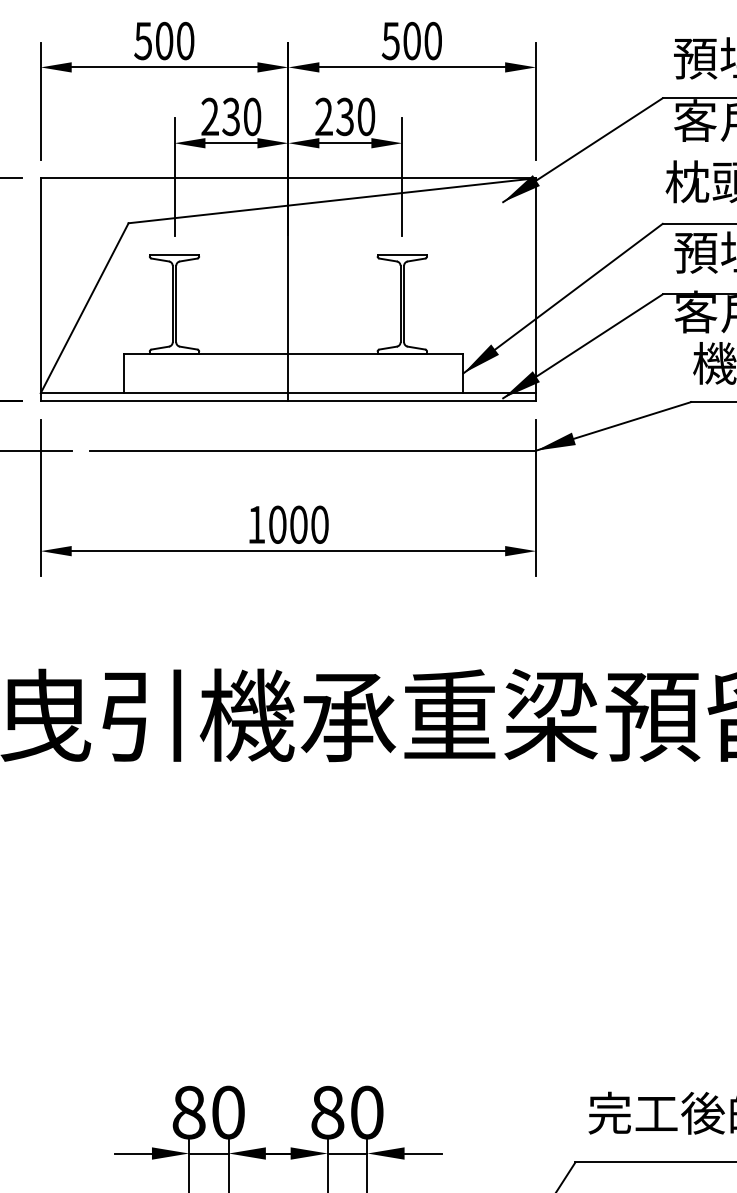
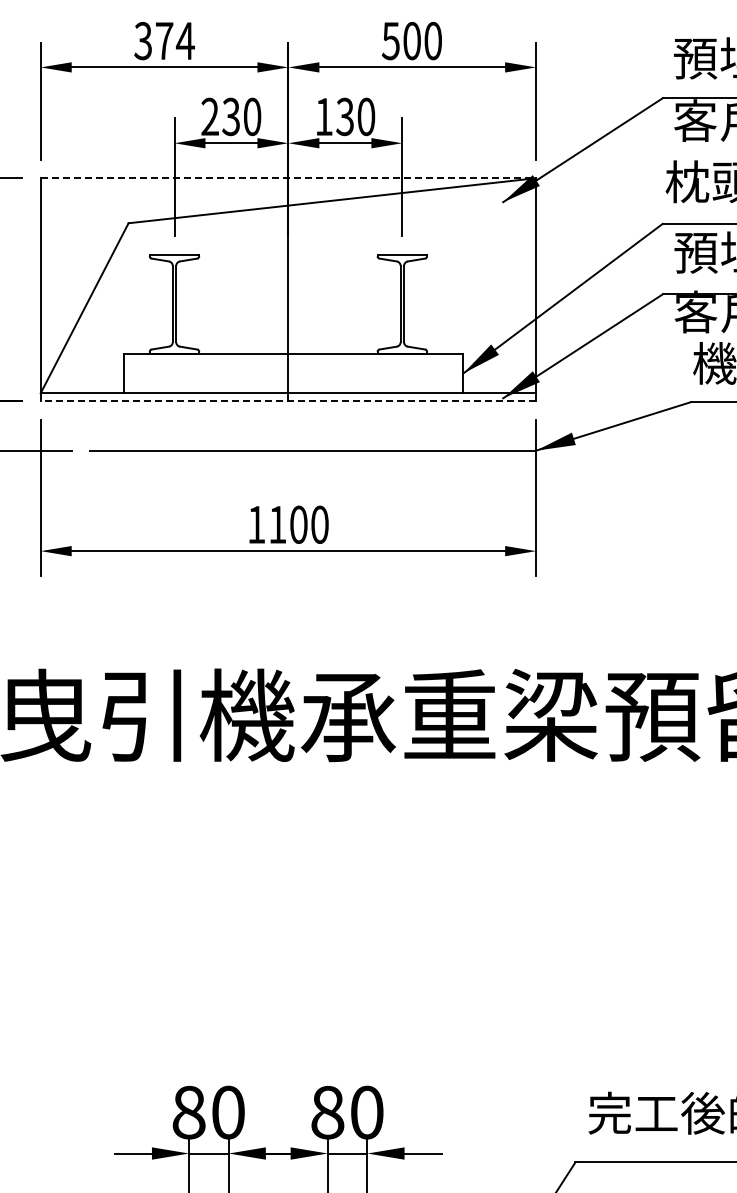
text at (164, 40): 500 -> 374
text at (323, 116): 230 -> 130
line at (288, 178): solid -> dashed
line at (288, 401): solid -> dashed
text at (277, 524): 1000 -> 1100
